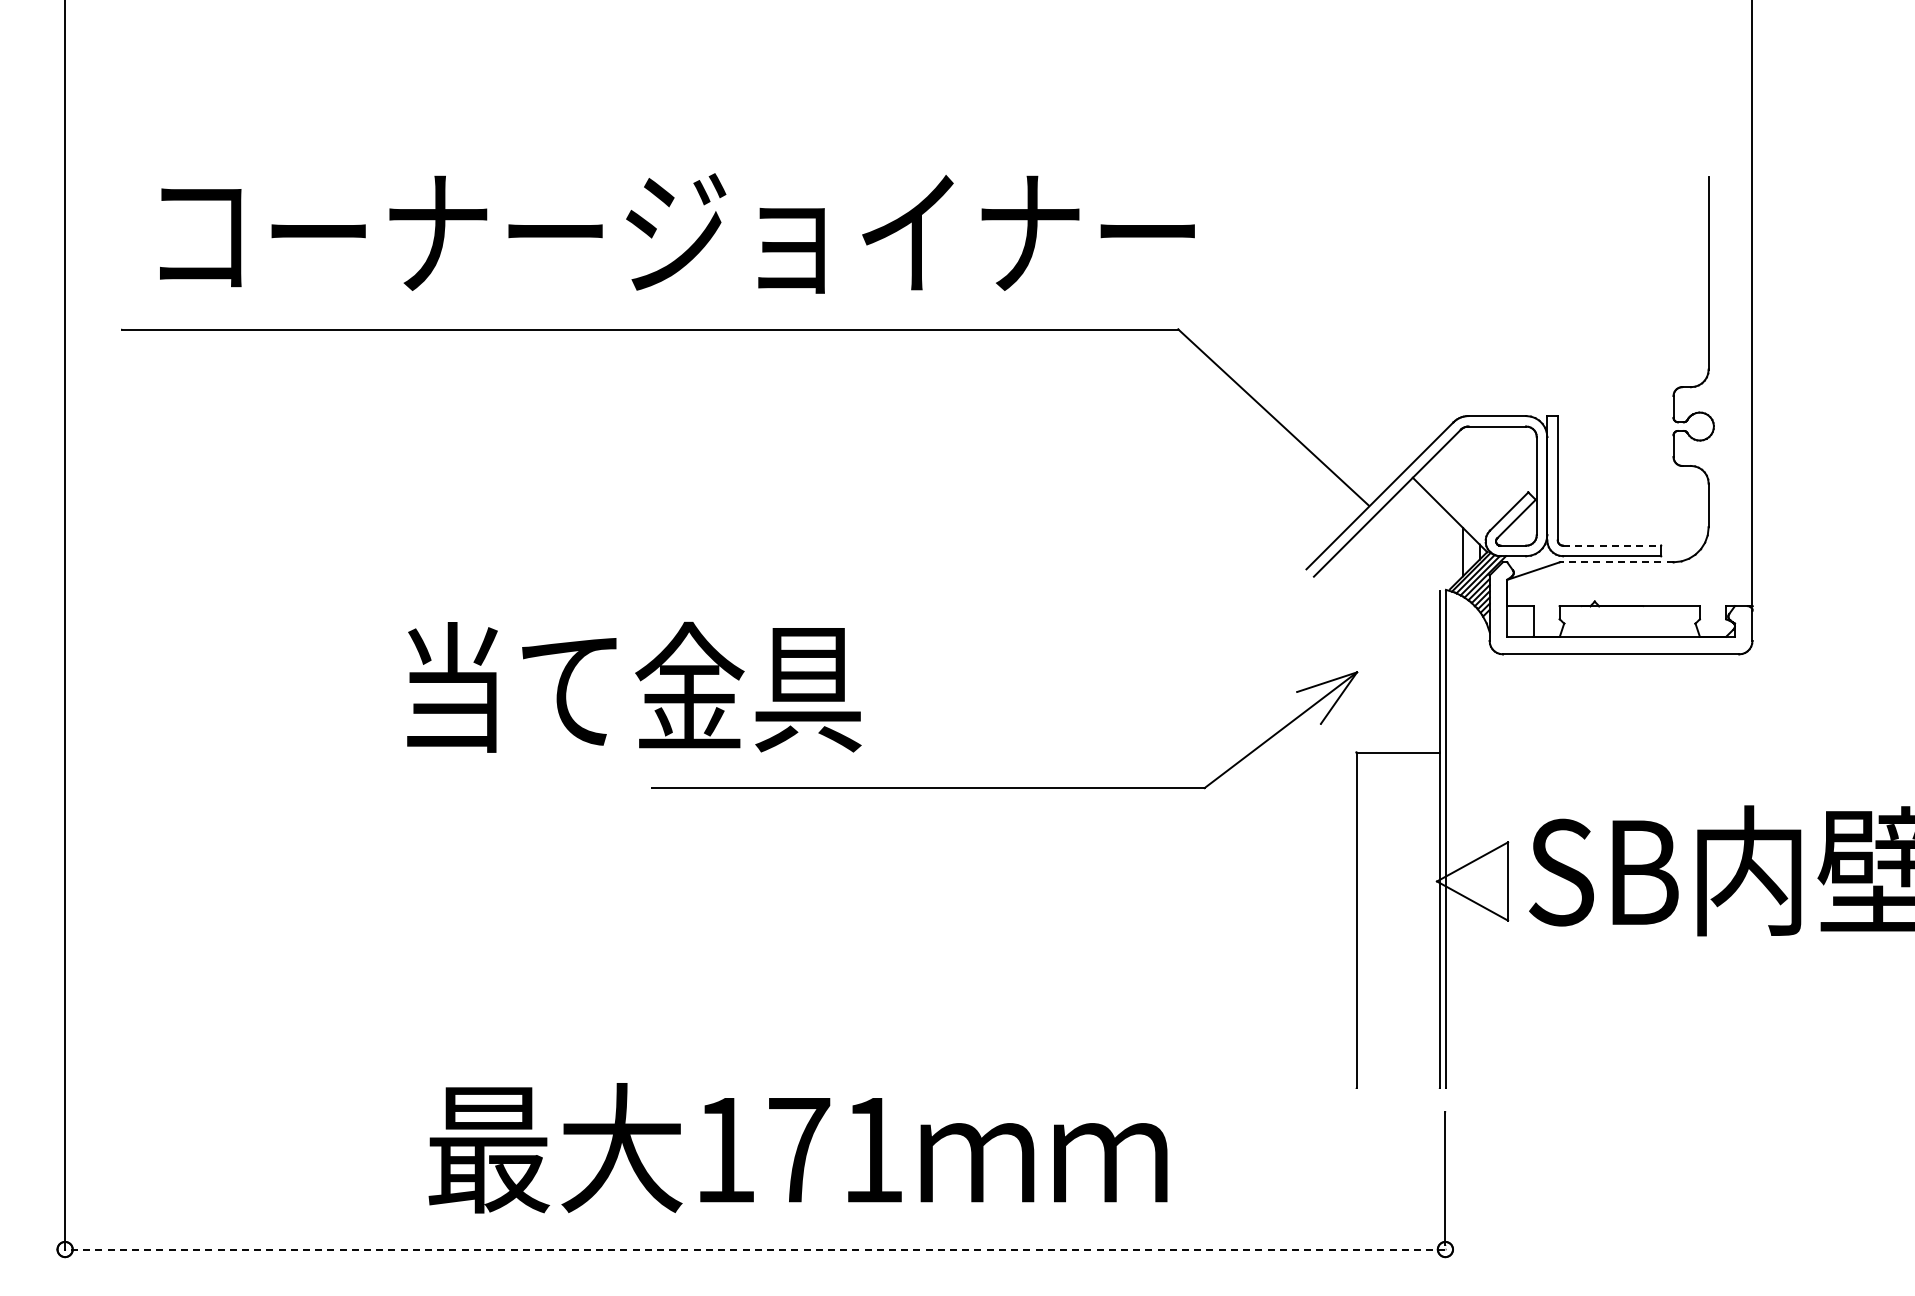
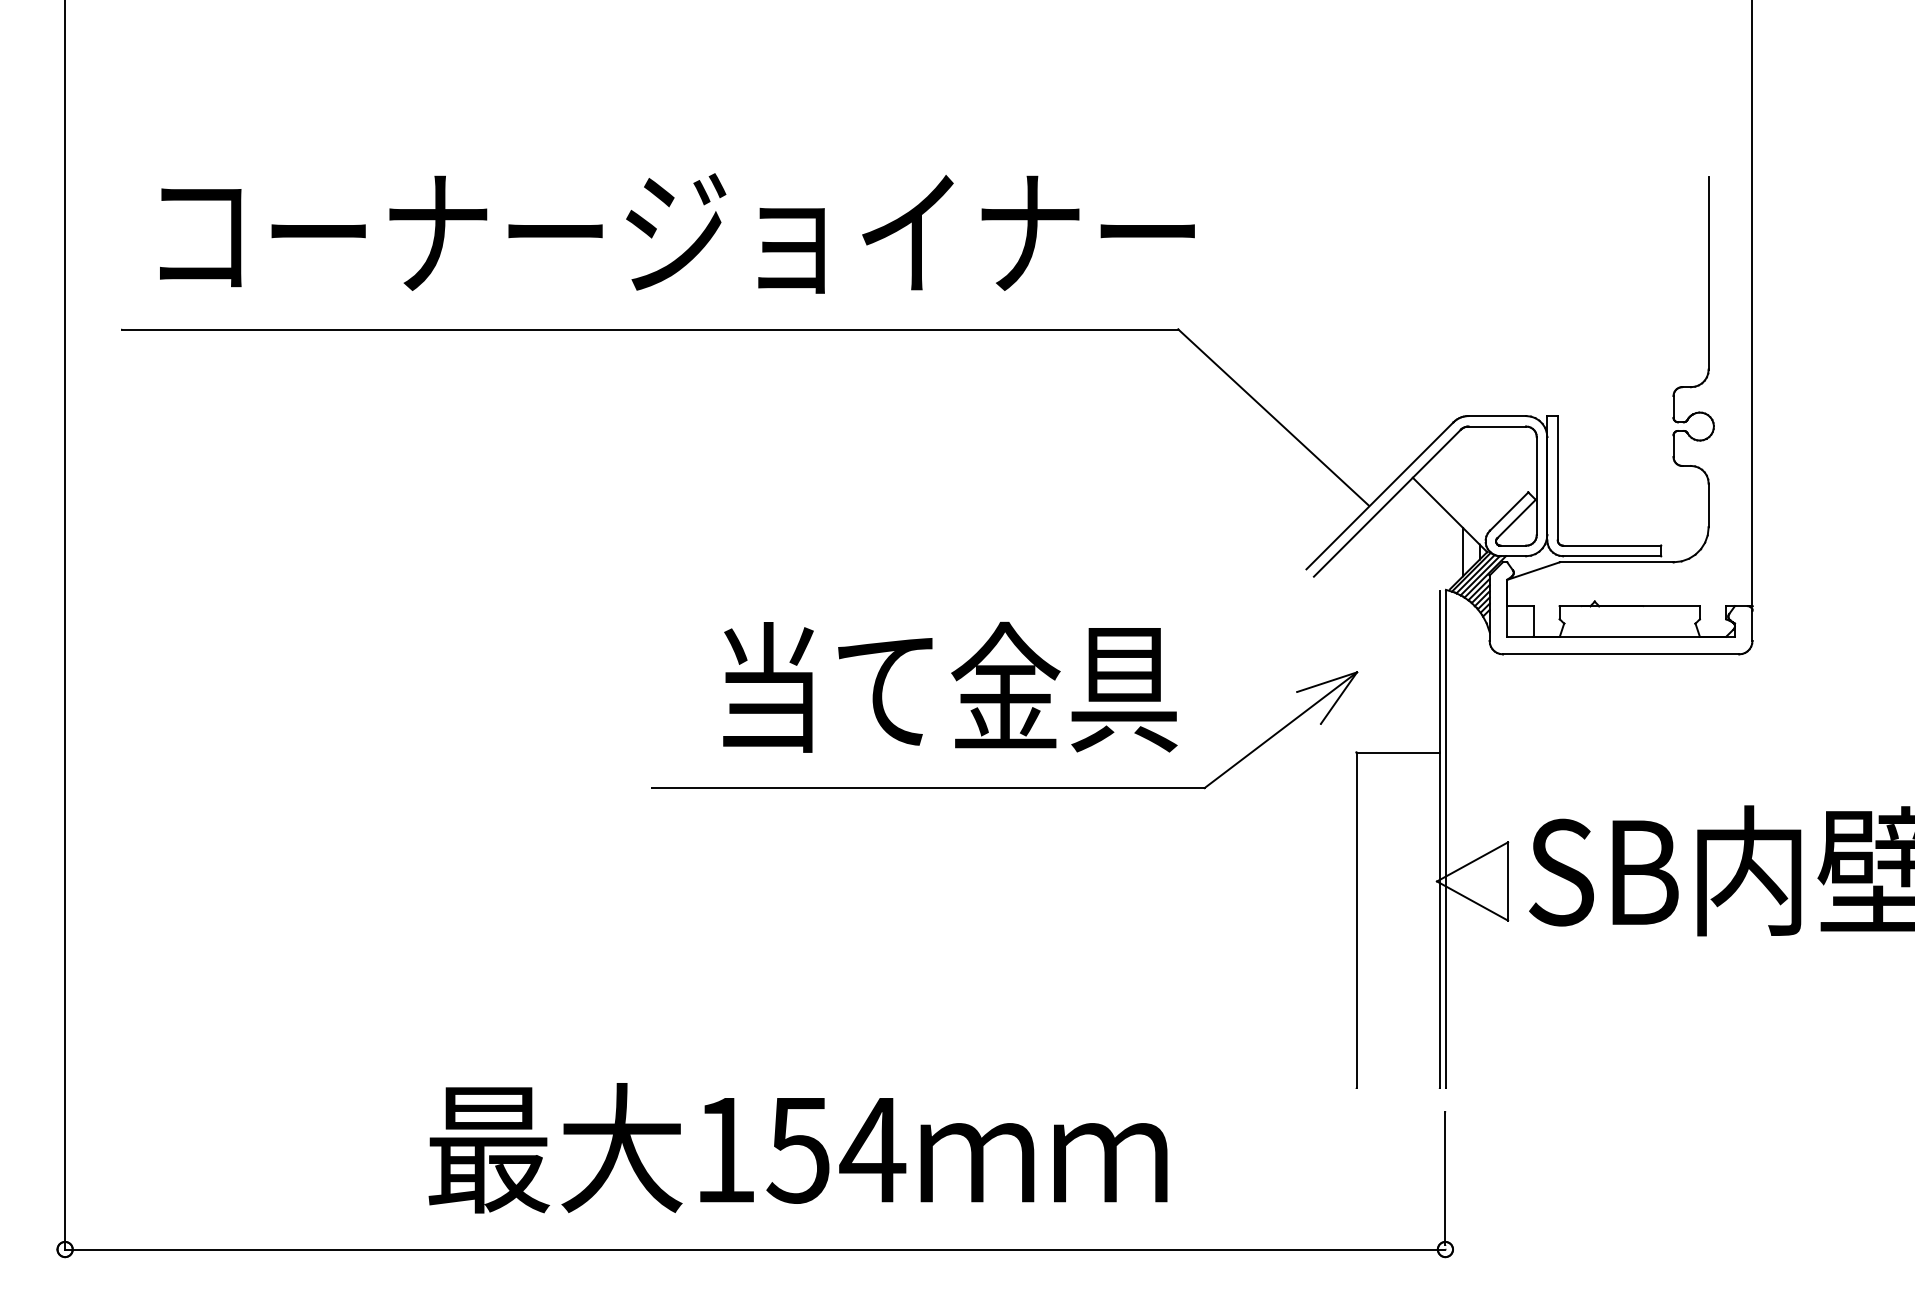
line at (1612, 545): dashed -> solid
line at (1616, 562): dashed -> solid
text at (634, 686) position: (634, 686) -> (950, 686)
text at (836, 1150): 171 -> 154
line at (754, 1249): dashed -> solid
